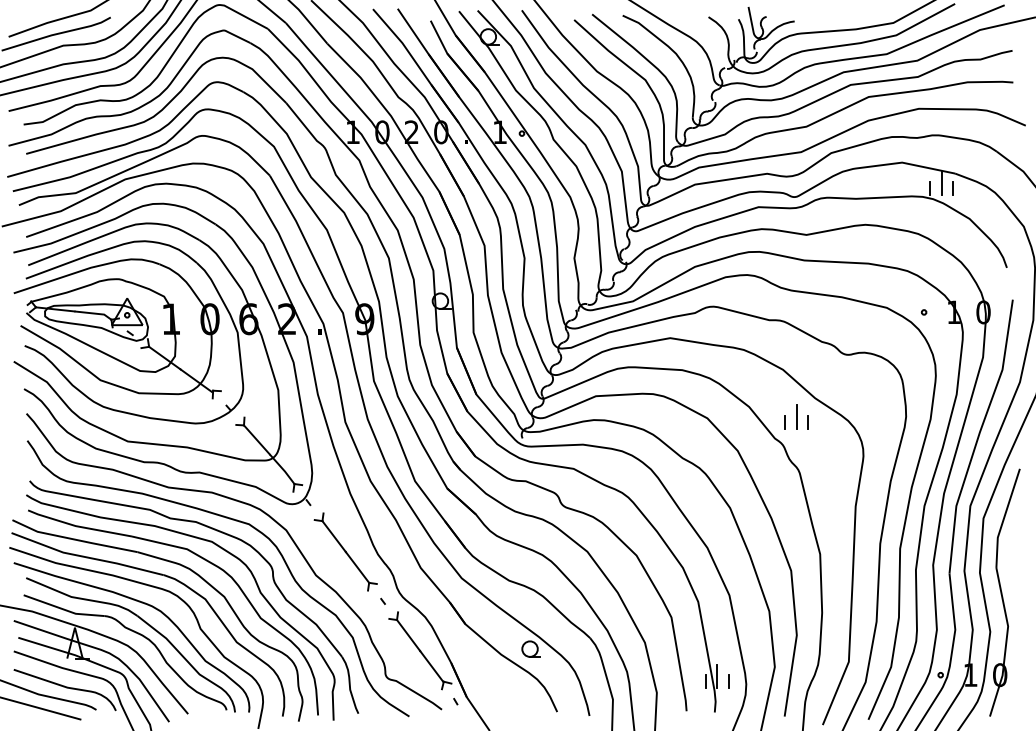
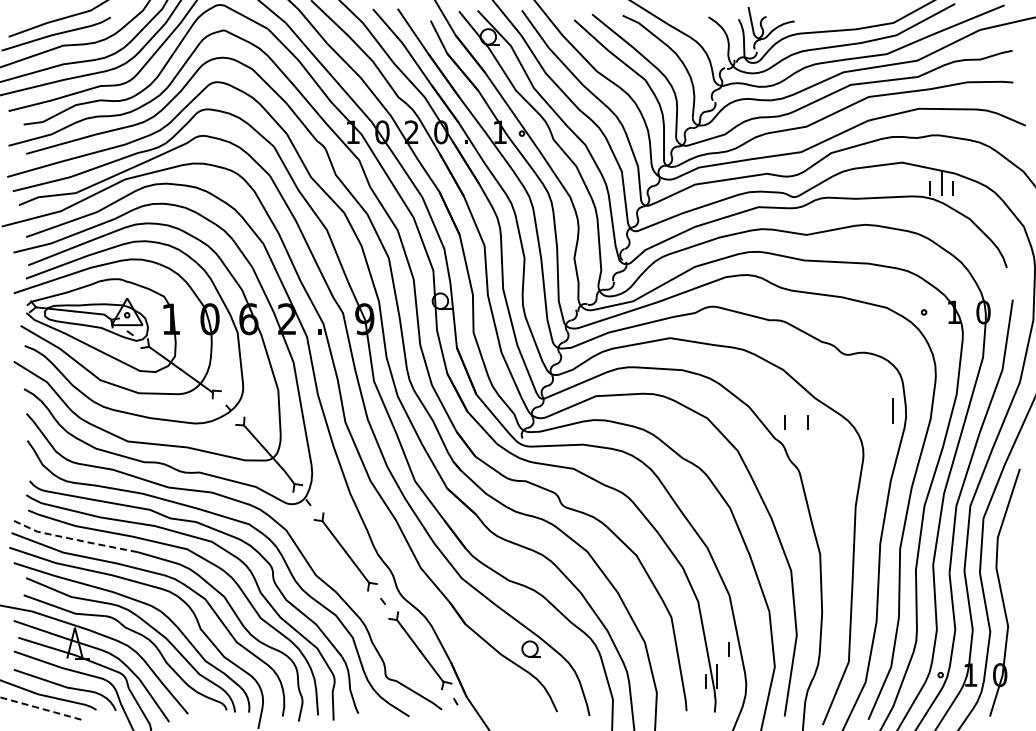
line at (796, 416) position: (796, 416) -> (892, 410)
line at (73, 539): solid -> dashed
line at (728, 681) position: (728, 681) -> (728, 649)
line at (40, 708): solid -> dashed
